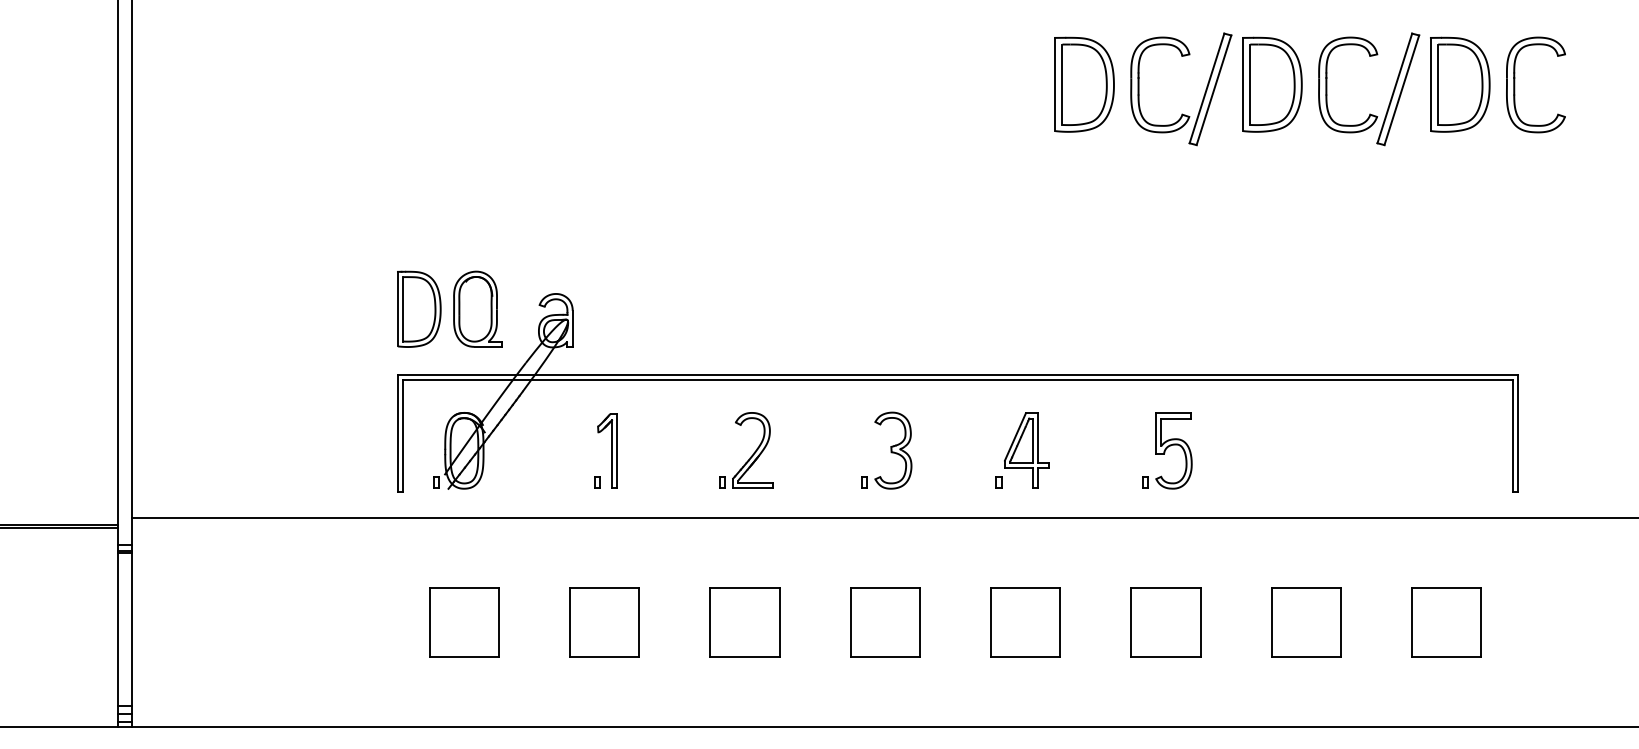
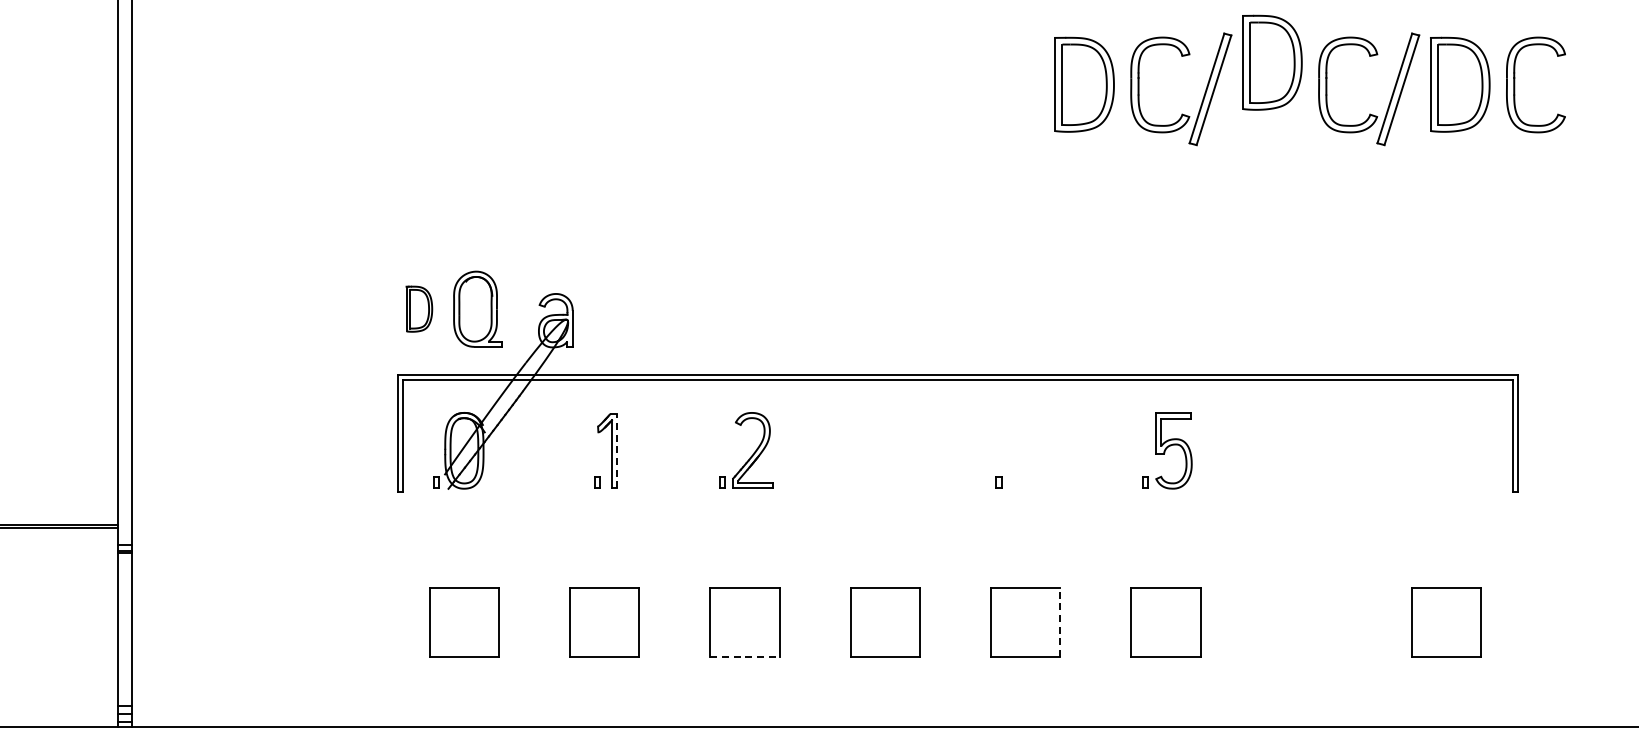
part at (1272, 84) position: (1272, 84) -> (1272, 62)
part at (419, 308) size: 45x78 px -> 29x48 px
line at (617, 450): solid -> dashed
part at (886, 450): present -> none
part at (1026, 450): present -> none
line at (883, 517): present -> none
line at (1060, 622): solid -> dashed
part at (1306, 622): present -> none
line at (745, 657): solid -> dashed
